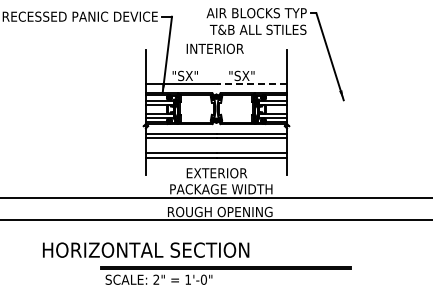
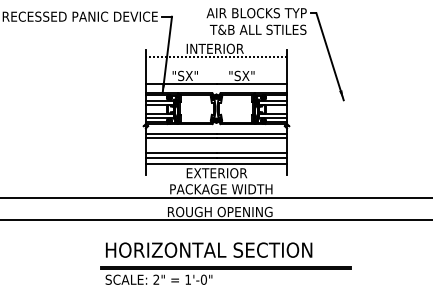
line at (216, 57): none -> present
line at (251, 84): dashed -> solid
line at (216, 164): none -> present
text at (146, 249) position: (146, 249) -> (209, 249)
